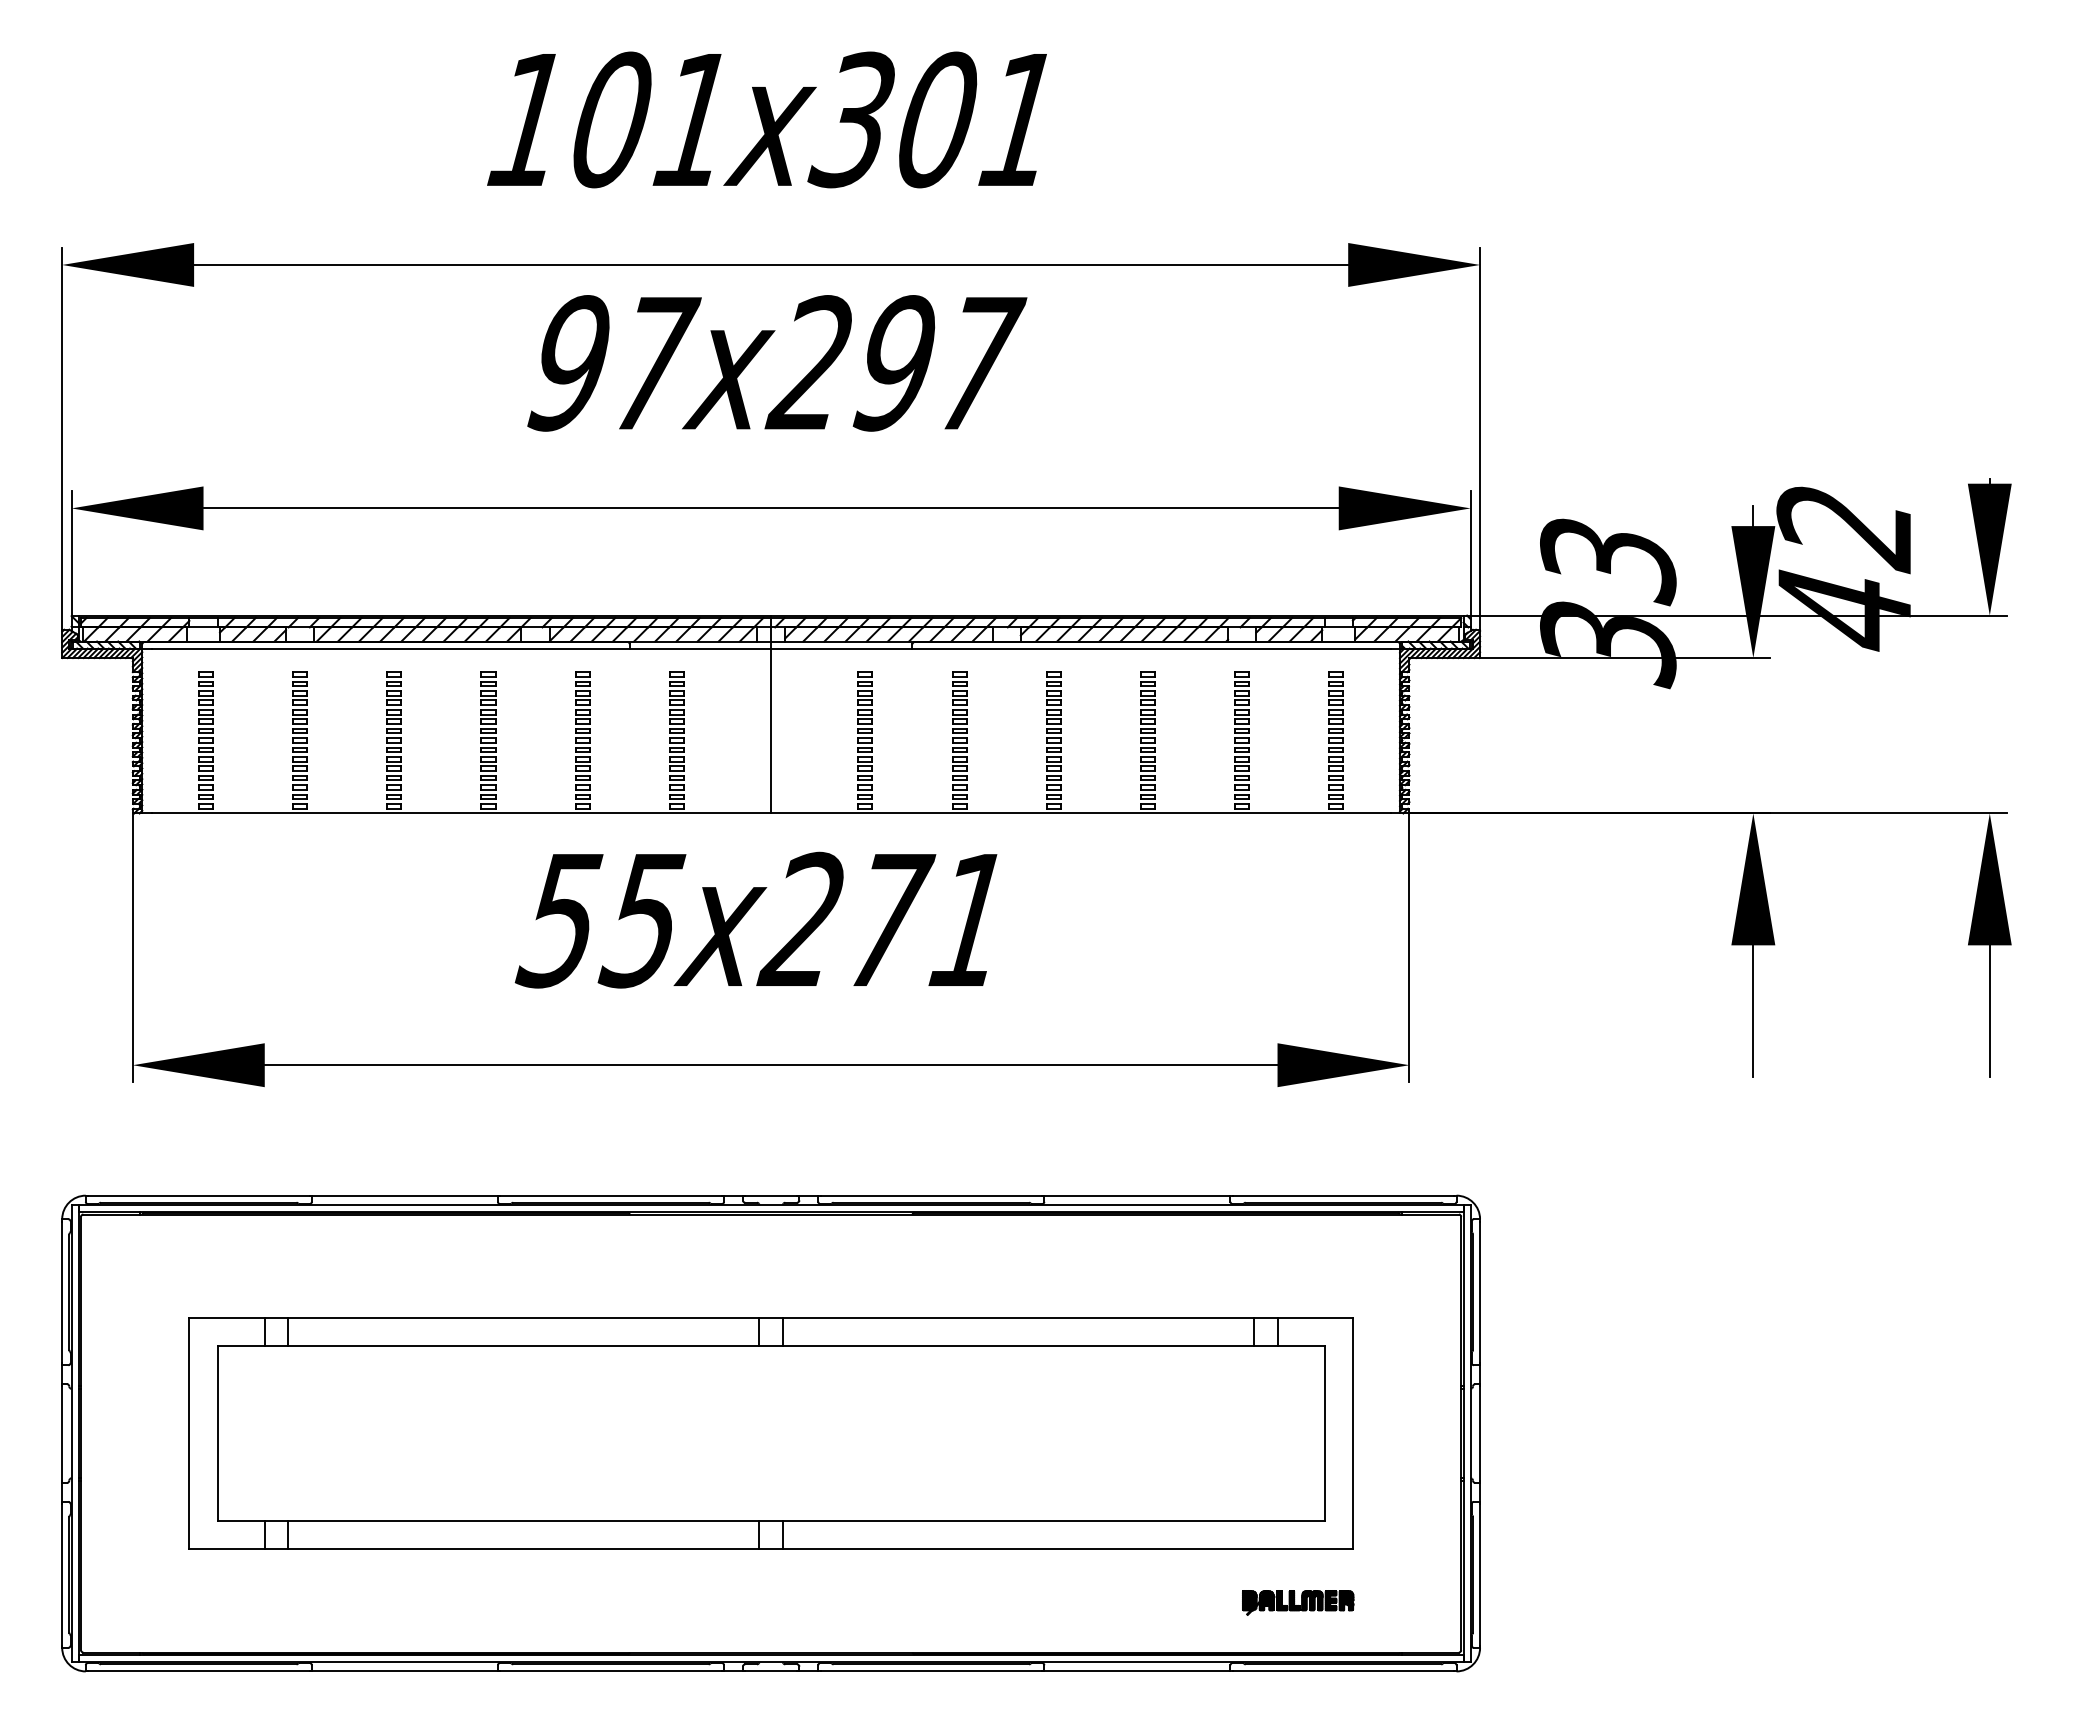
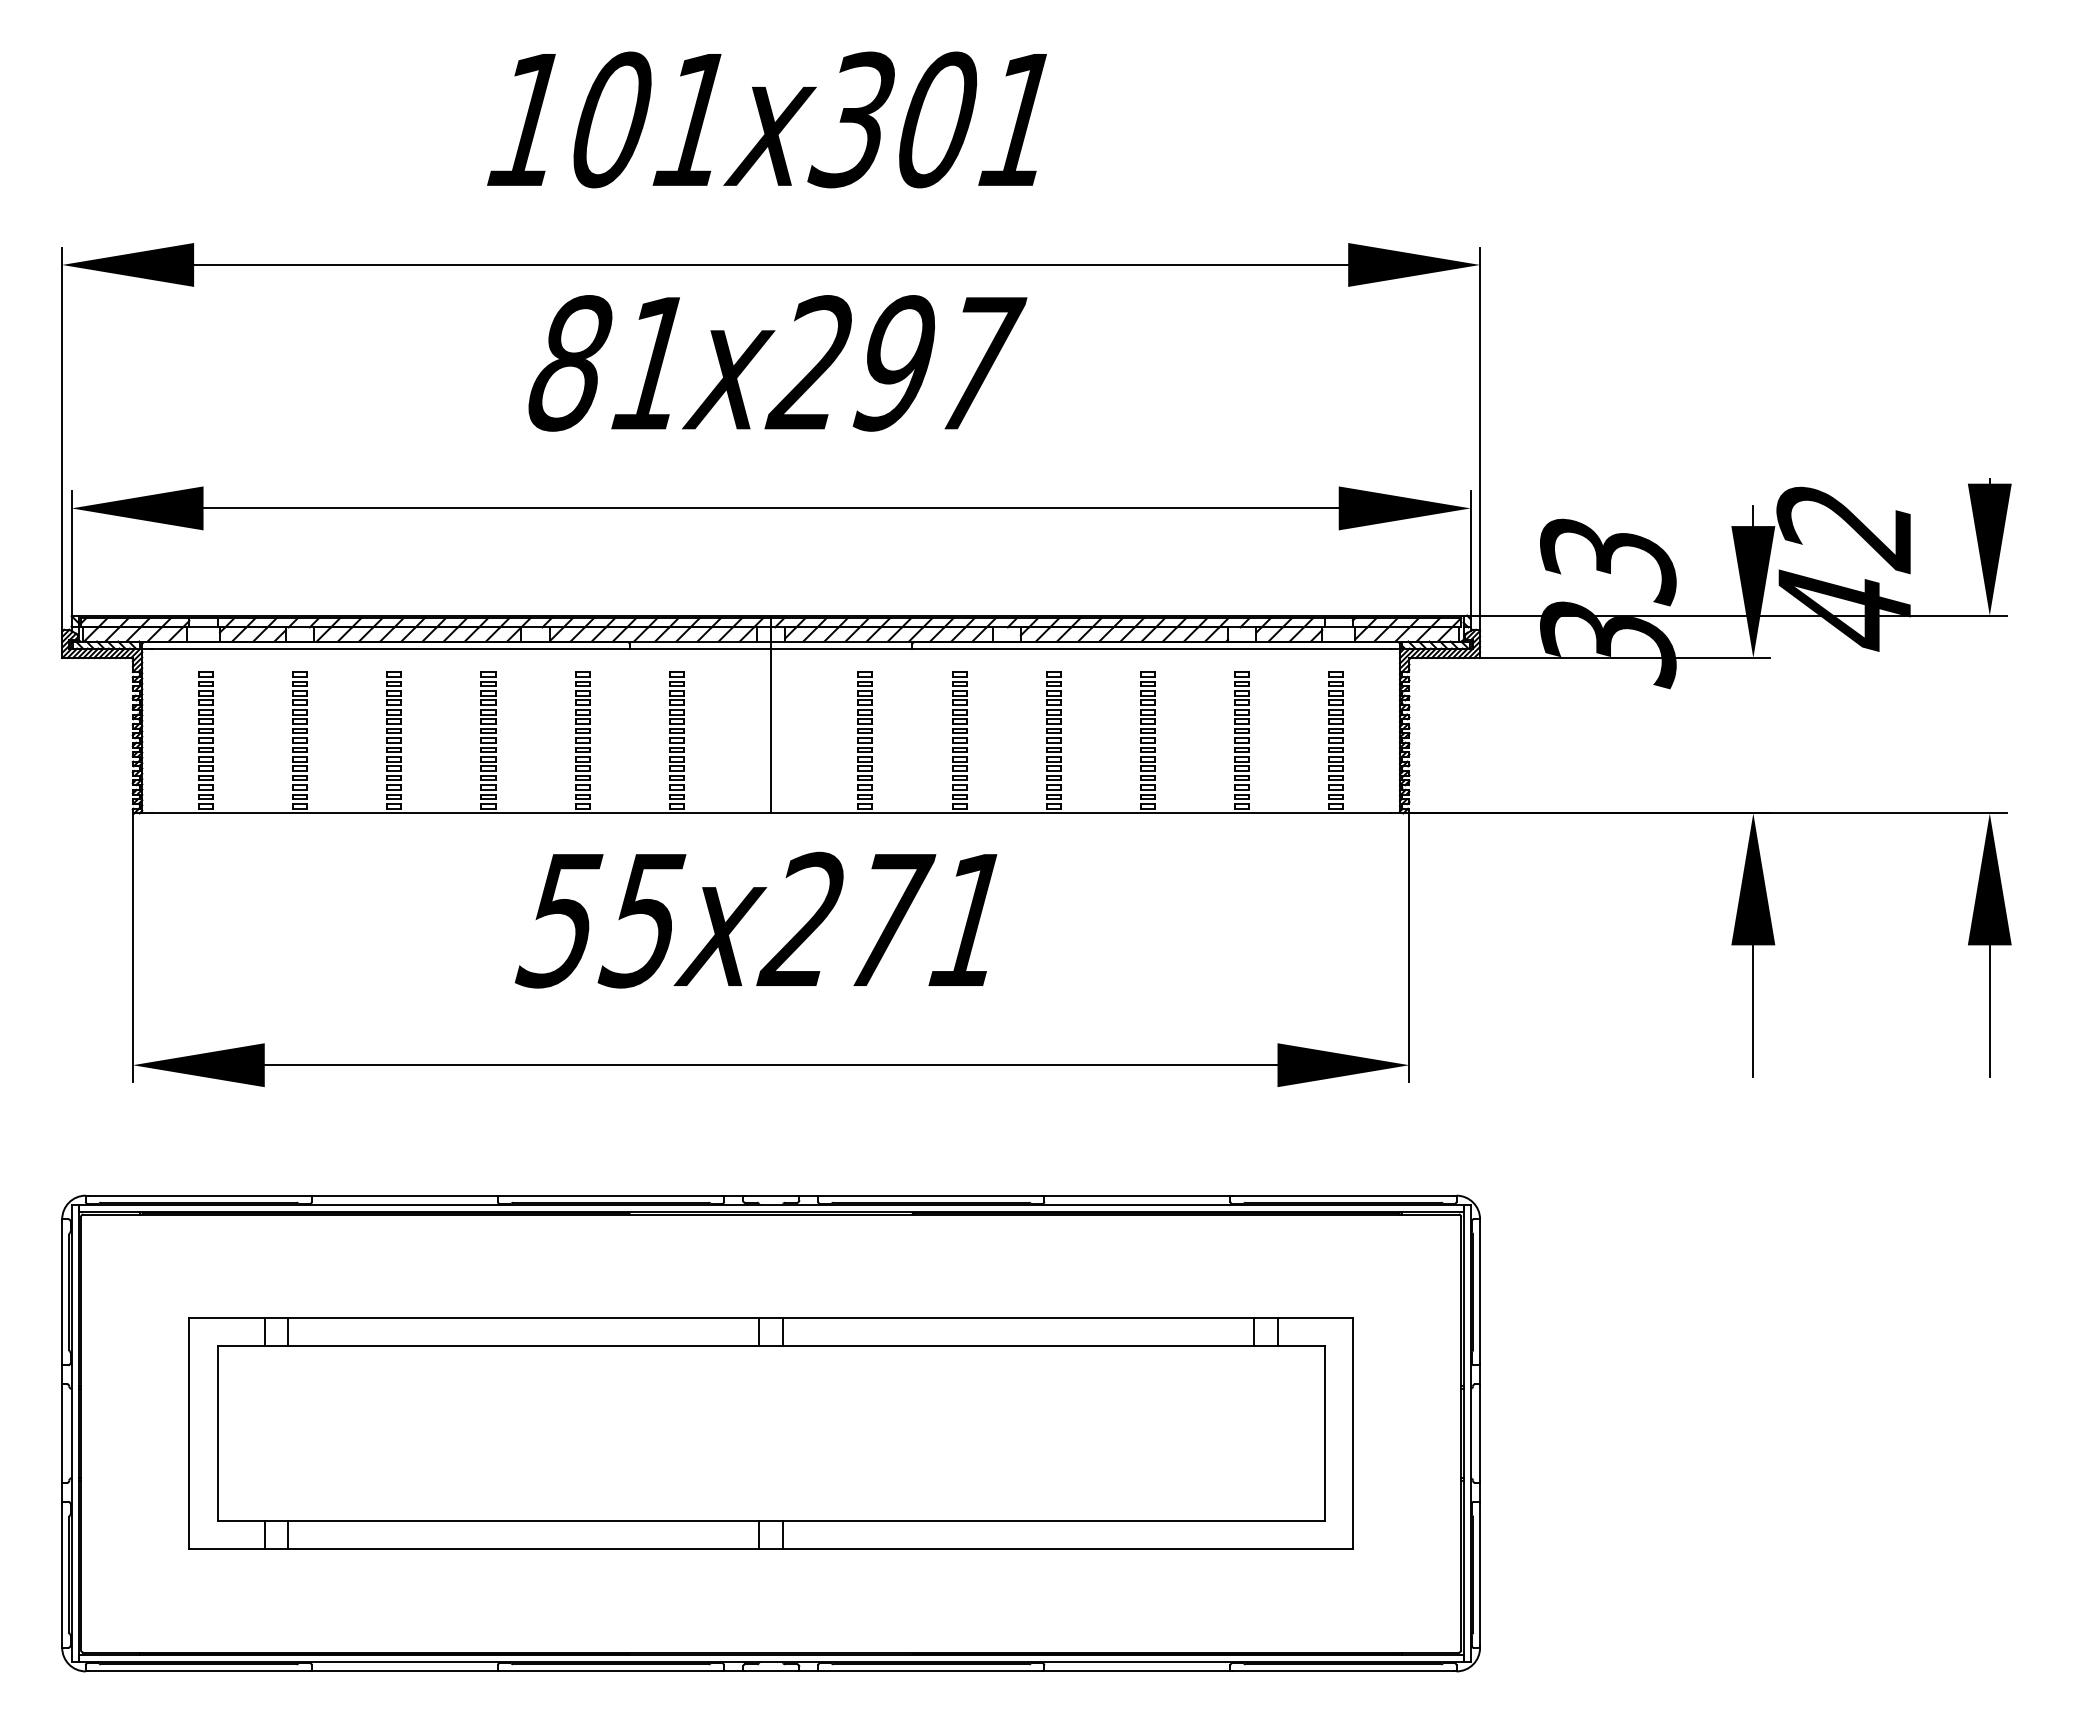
text at (614, 363): 97x297 -> 81x297
part at (1298, 1602): present -> none
